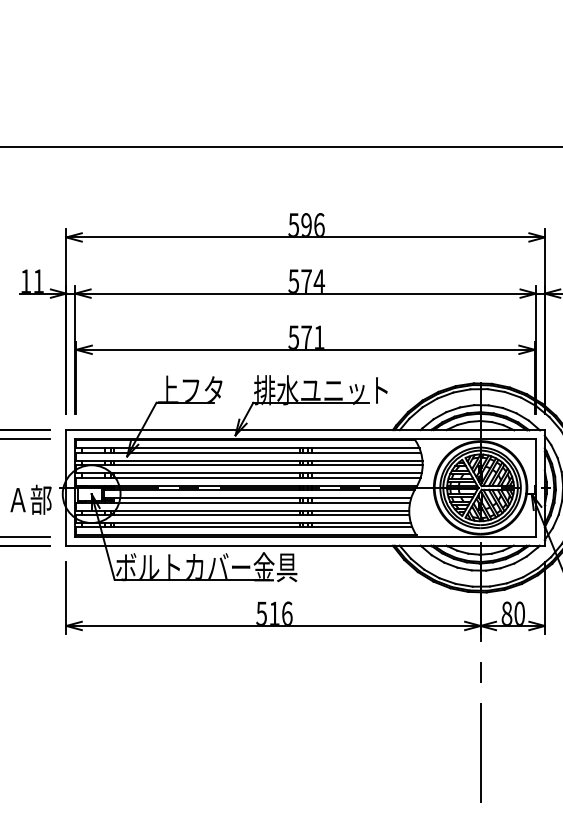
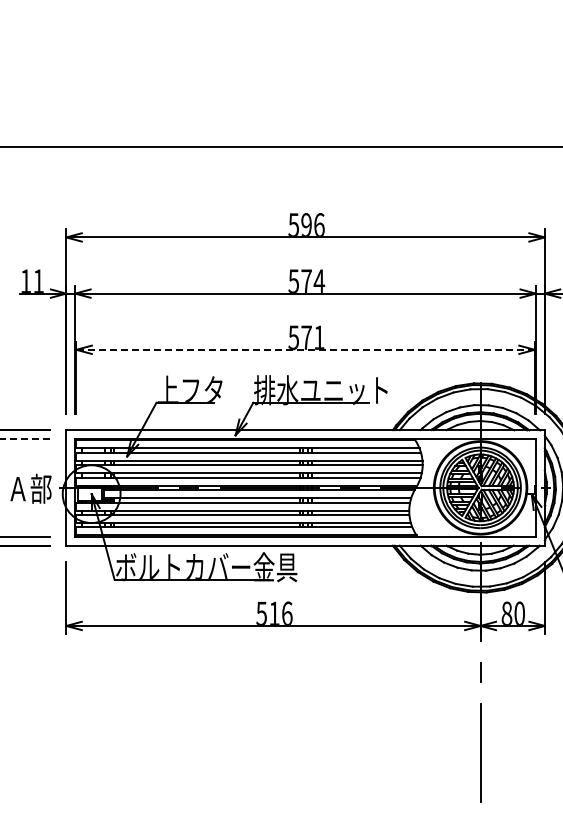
line at (305, 349): solid -> dashed
line at (25, 438): solid -> dashed
text at (30, 499) position: (30, 499) -> (30, 488)
